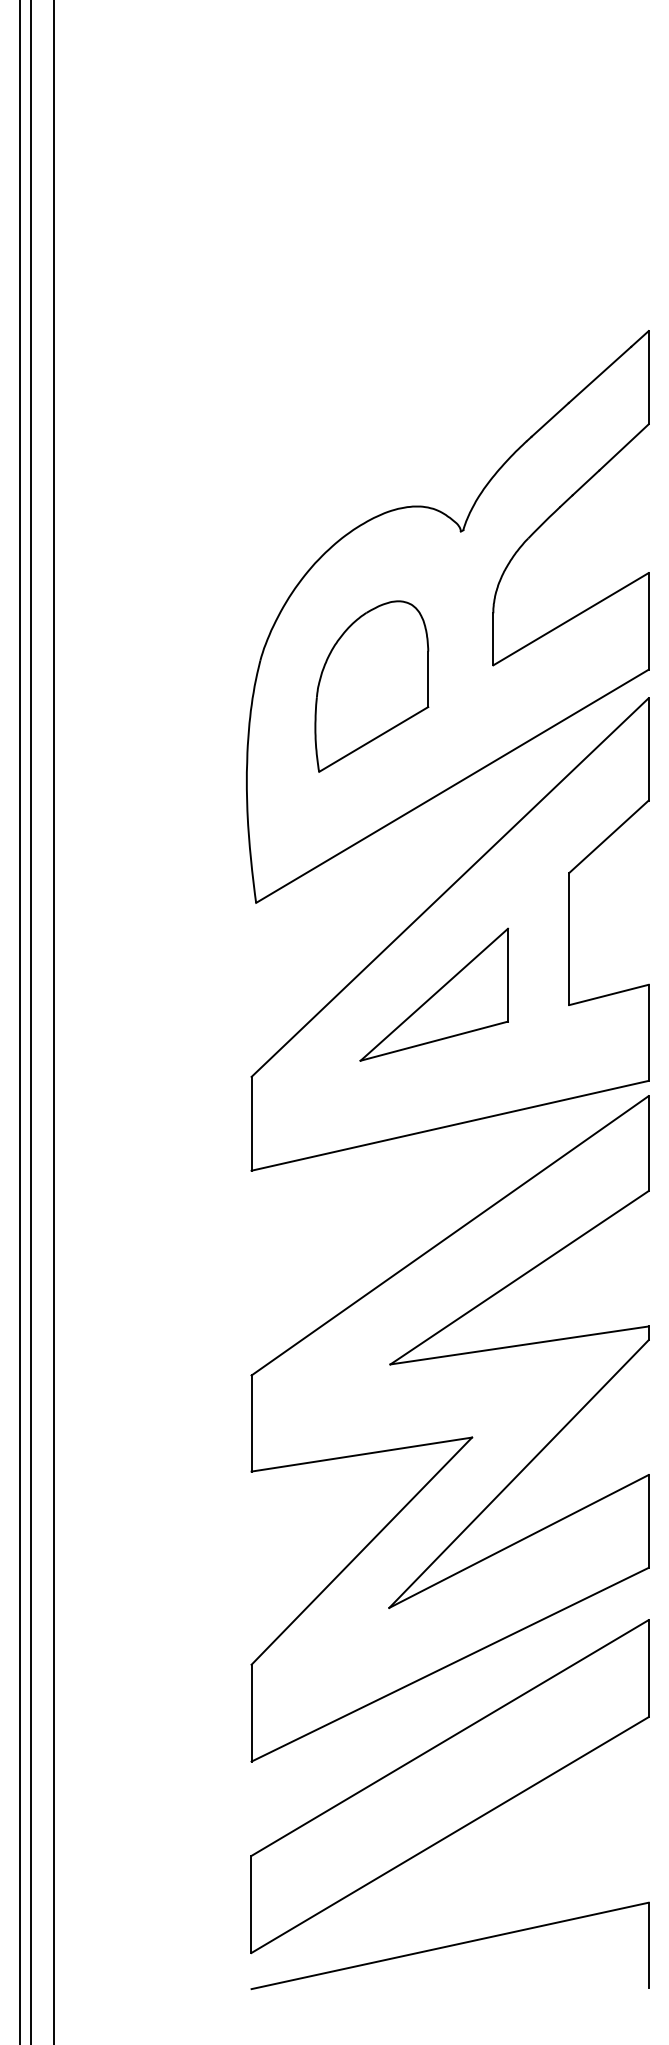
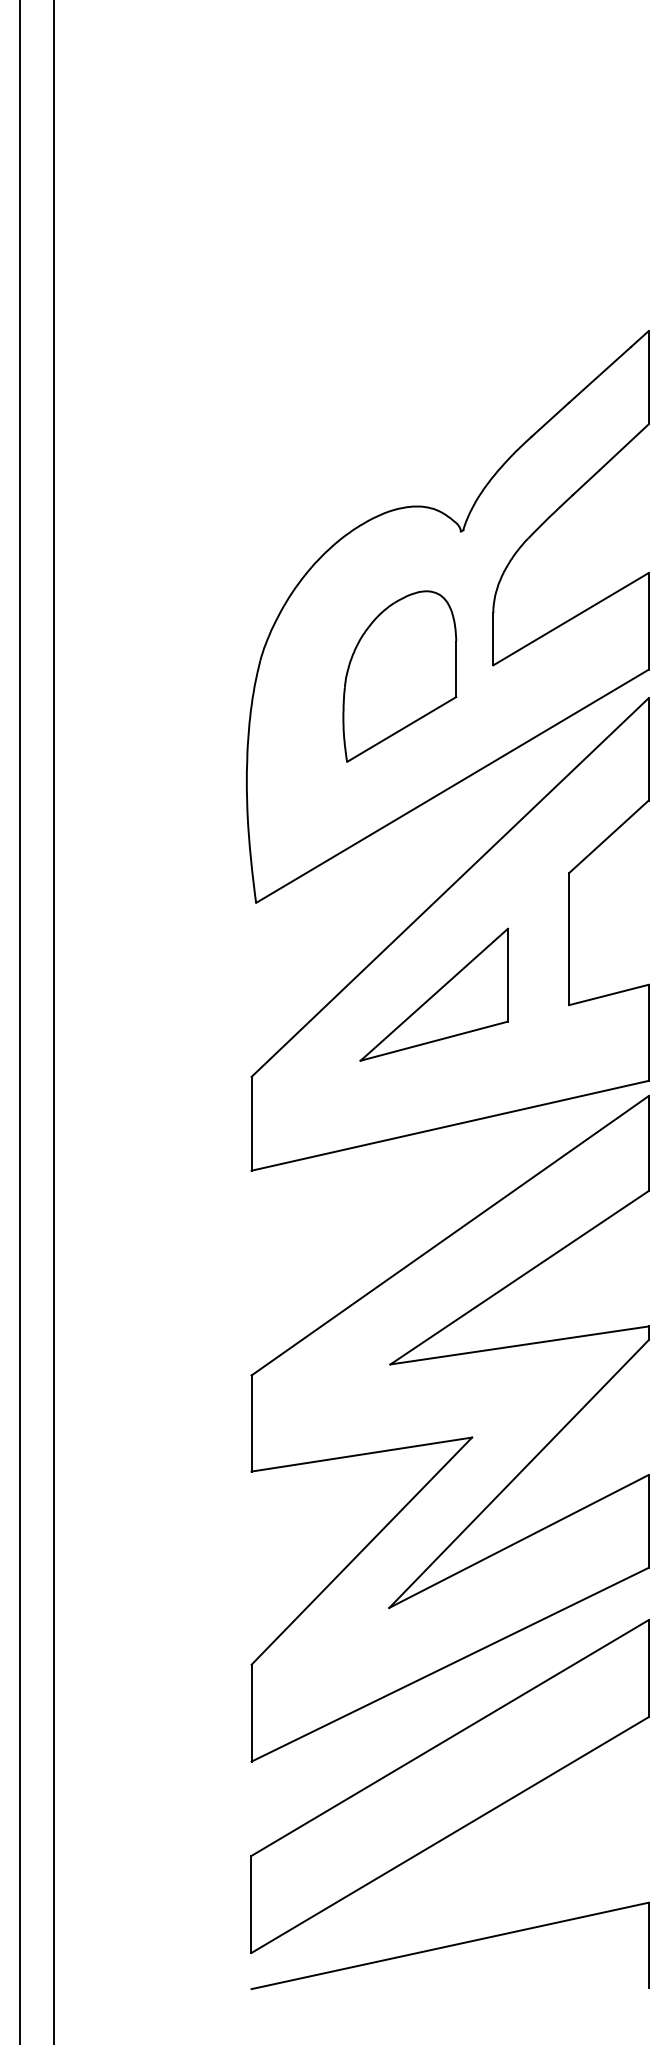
part at (371, 686) position: (371, 686) -> (399, 676)
line at (30, 1021): present -> none
